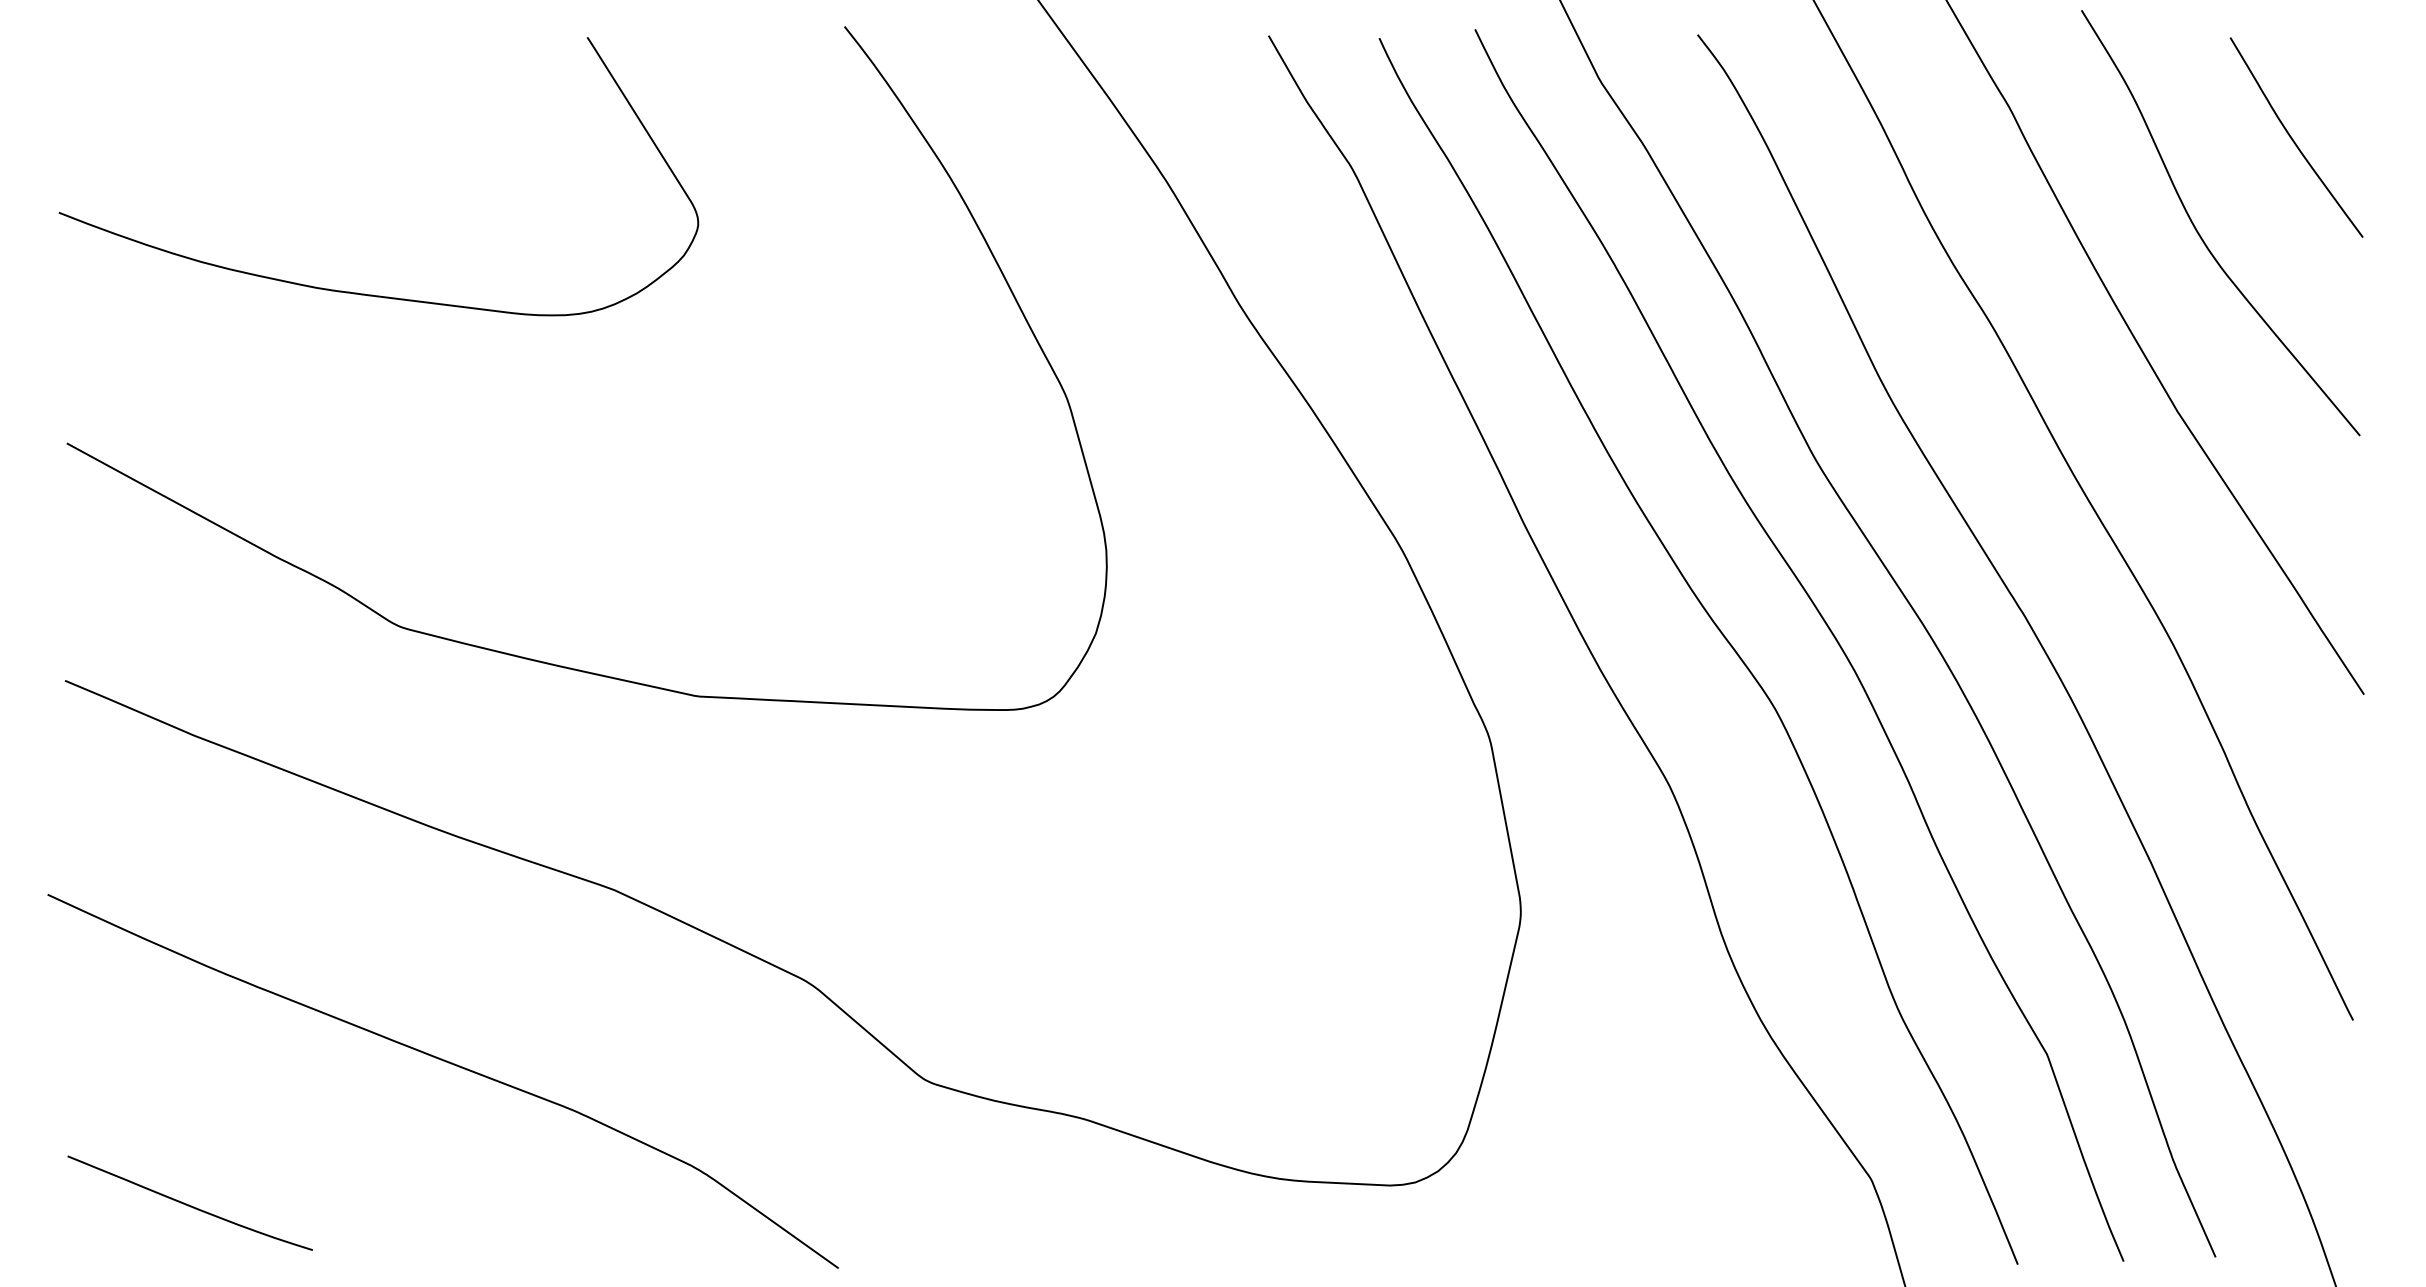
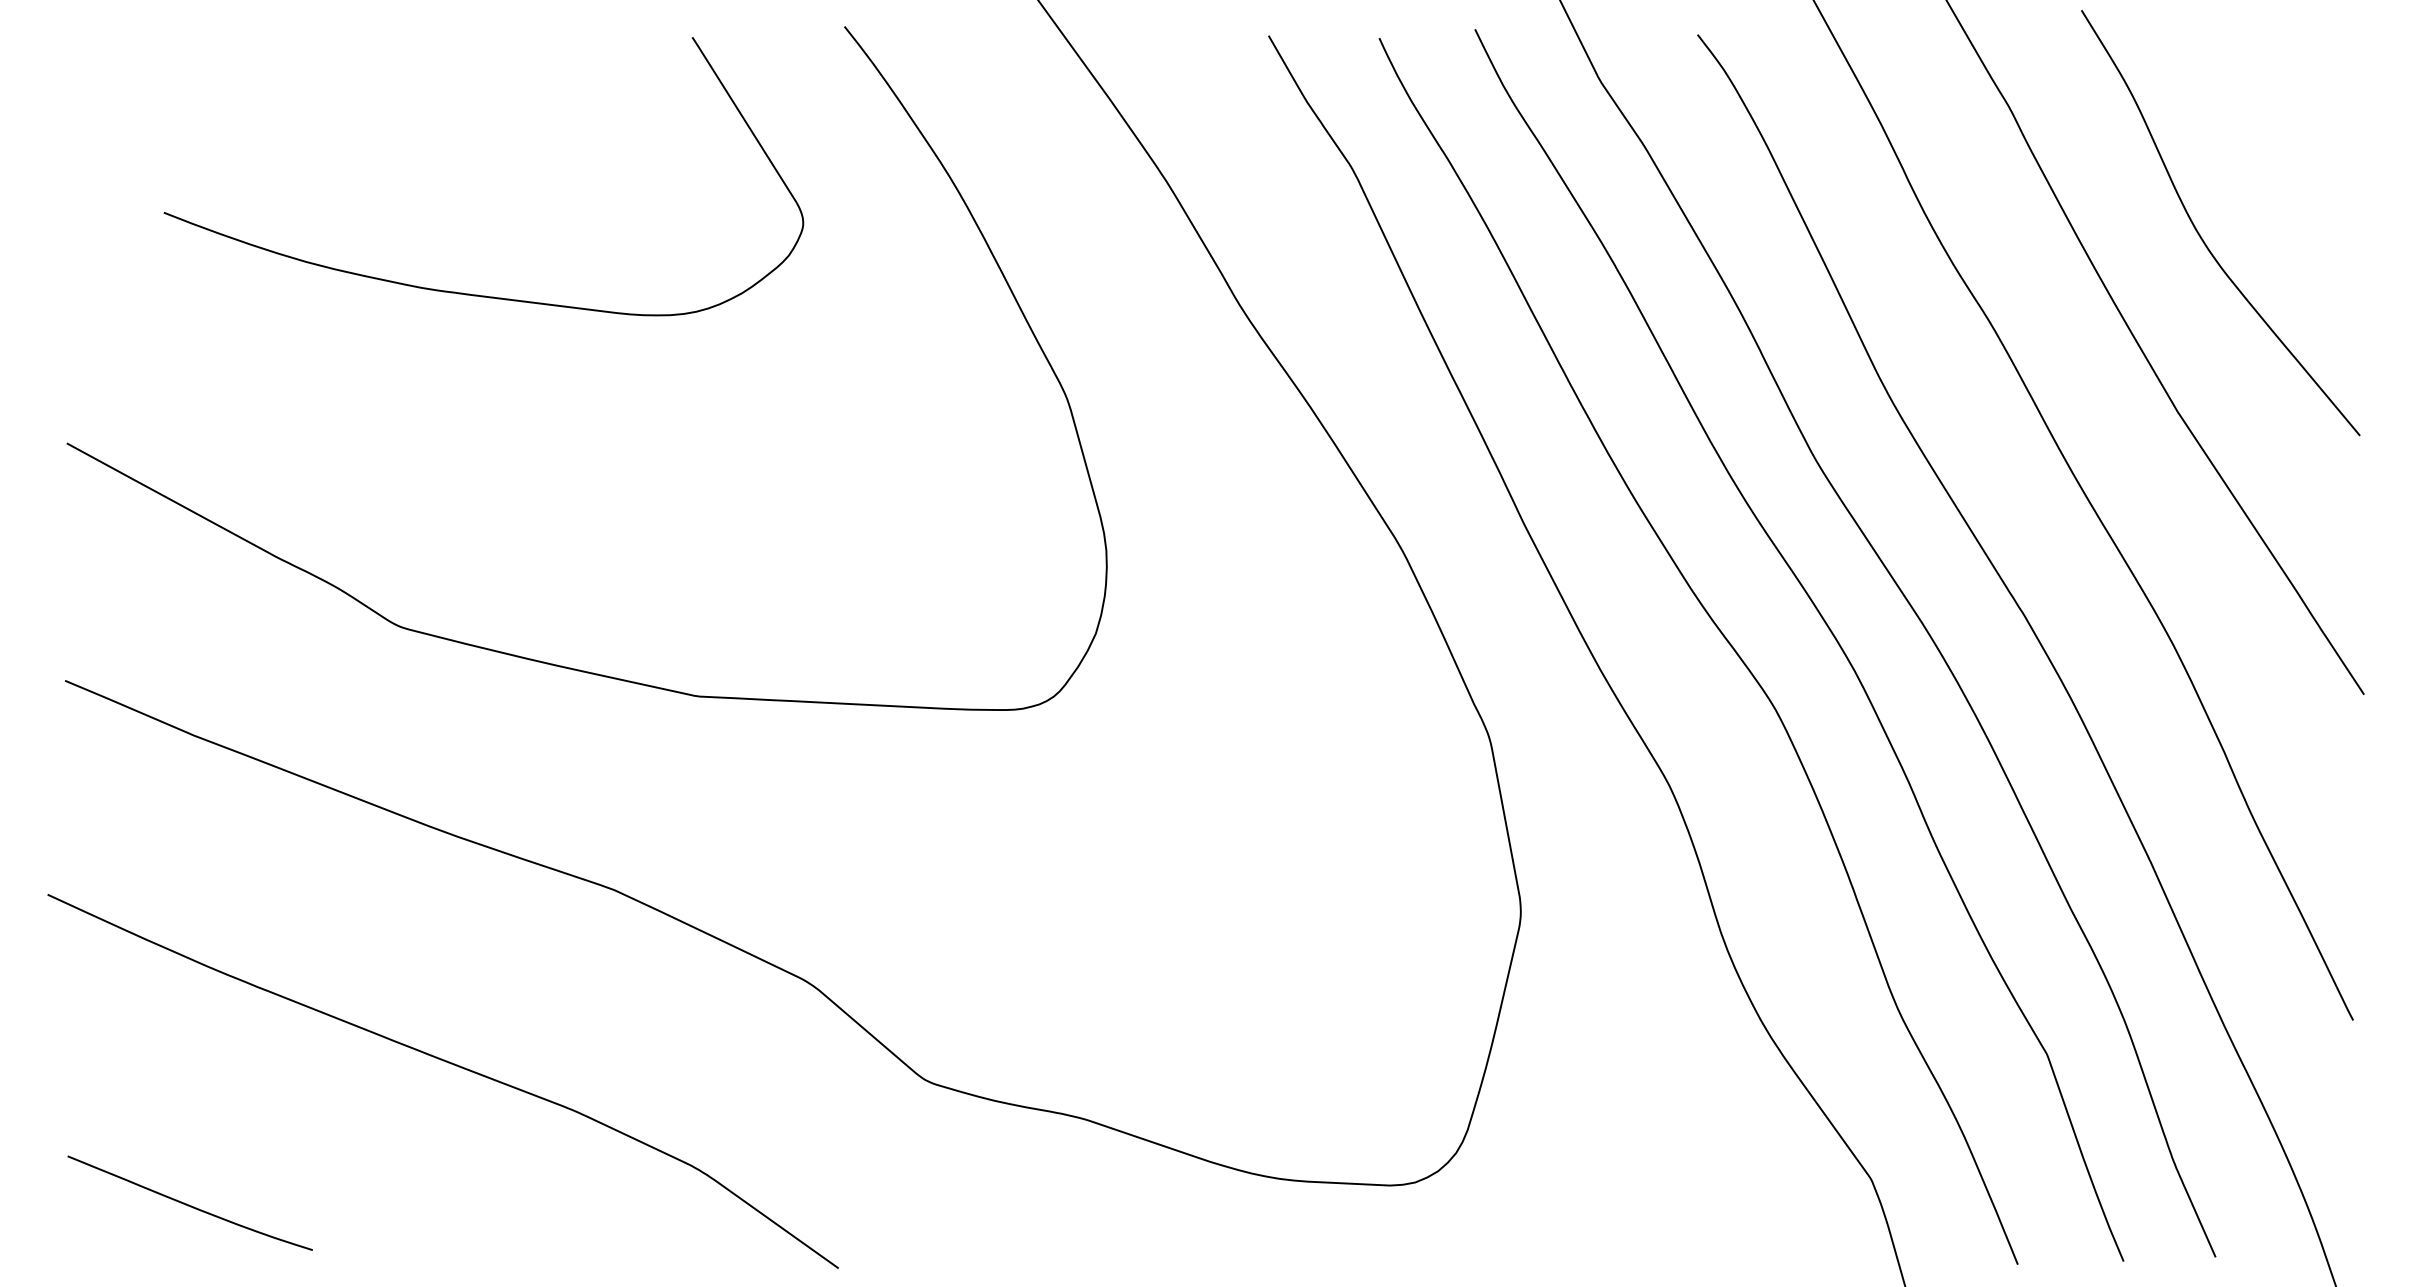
curve at (2293, 139): present -> none
curve at (364, 293) position: (364, 293) -> (469, 293)
